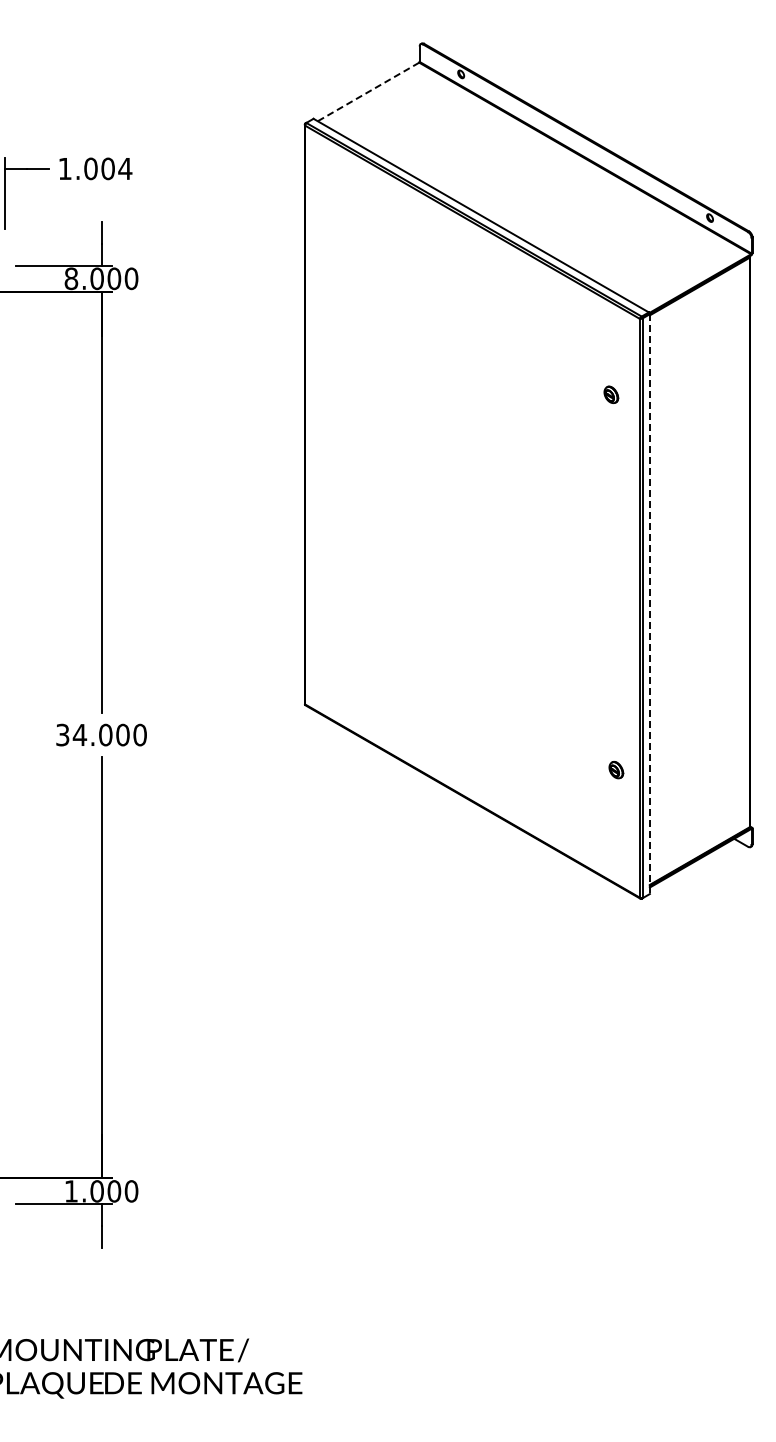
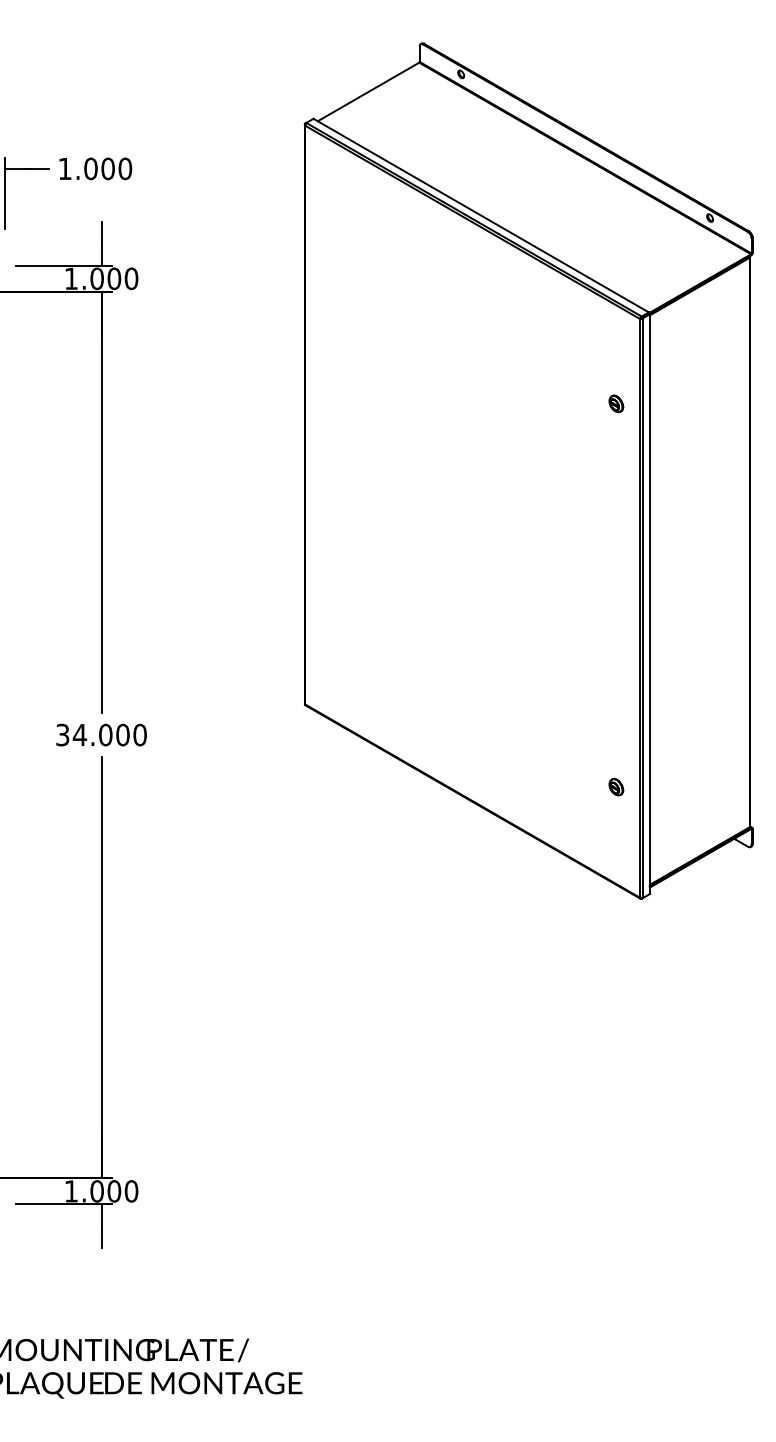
line at (368, 91): dashed -> solid
text at (125, 168): 1.004 -> 1.000
text at (71, 278): 8.000 -> 1.000
part at (611, 394) position: (611, 394) -> (616, 403)
line at (649, 604): dashed -> solid
part at (616, 770) position: (616, 770) -> (616, 787)
